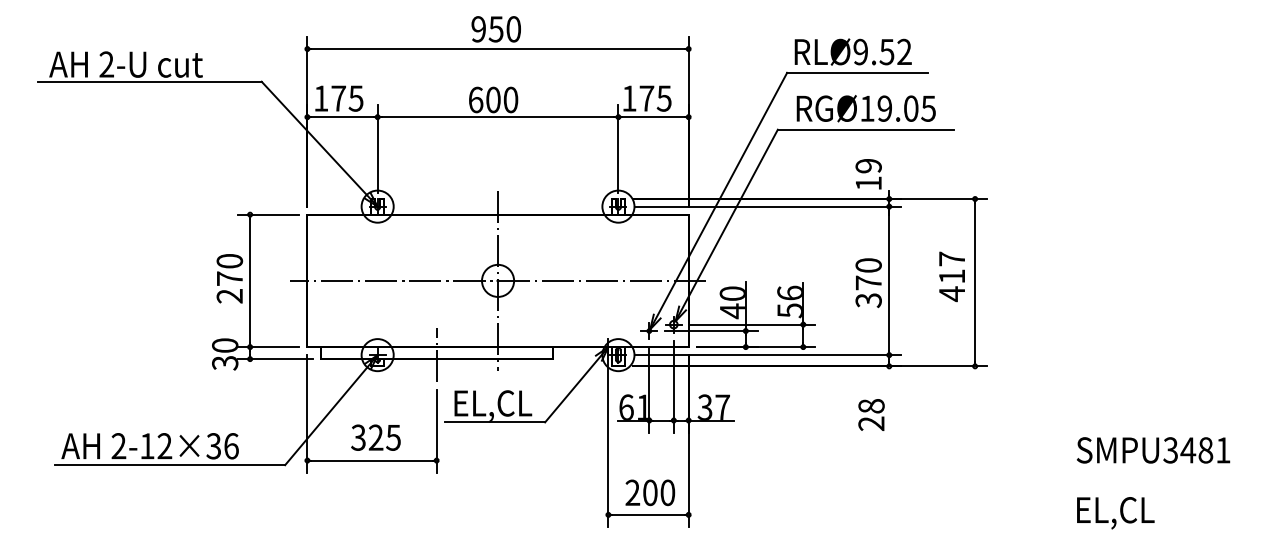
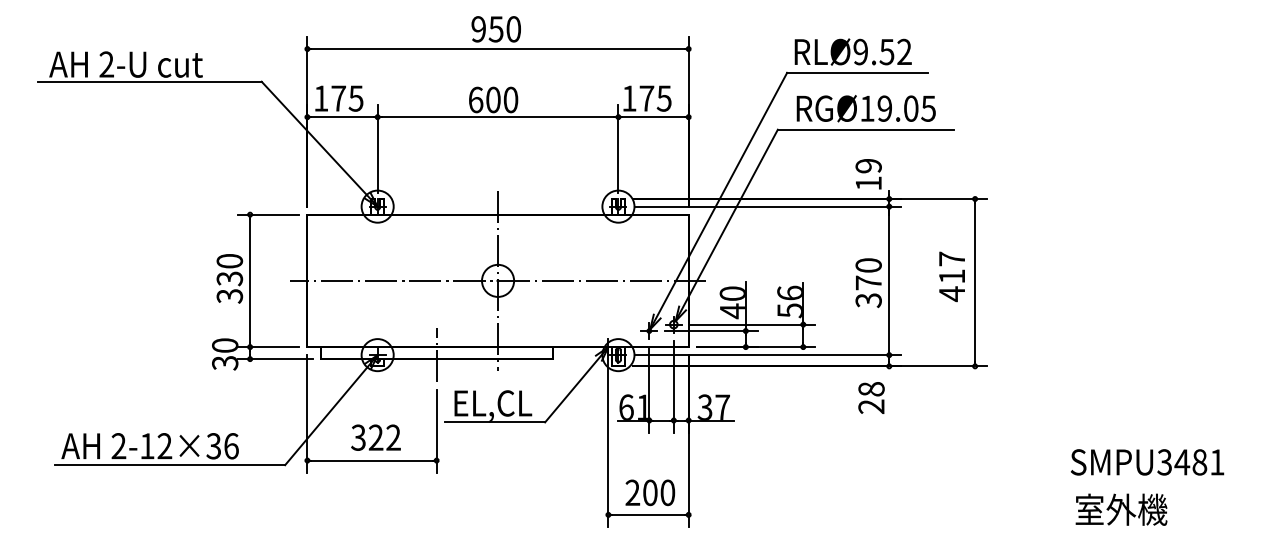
text at (229, 287): 270 -> 330
text at (871, 414) position: (871, 414) -> (871, 397)
text at (393, 437): 325 -> 322
text at (1153, 450) position: (1153, 450) -> (1147, 462)
text at (1121, 511): EL,CL -> 室外機
